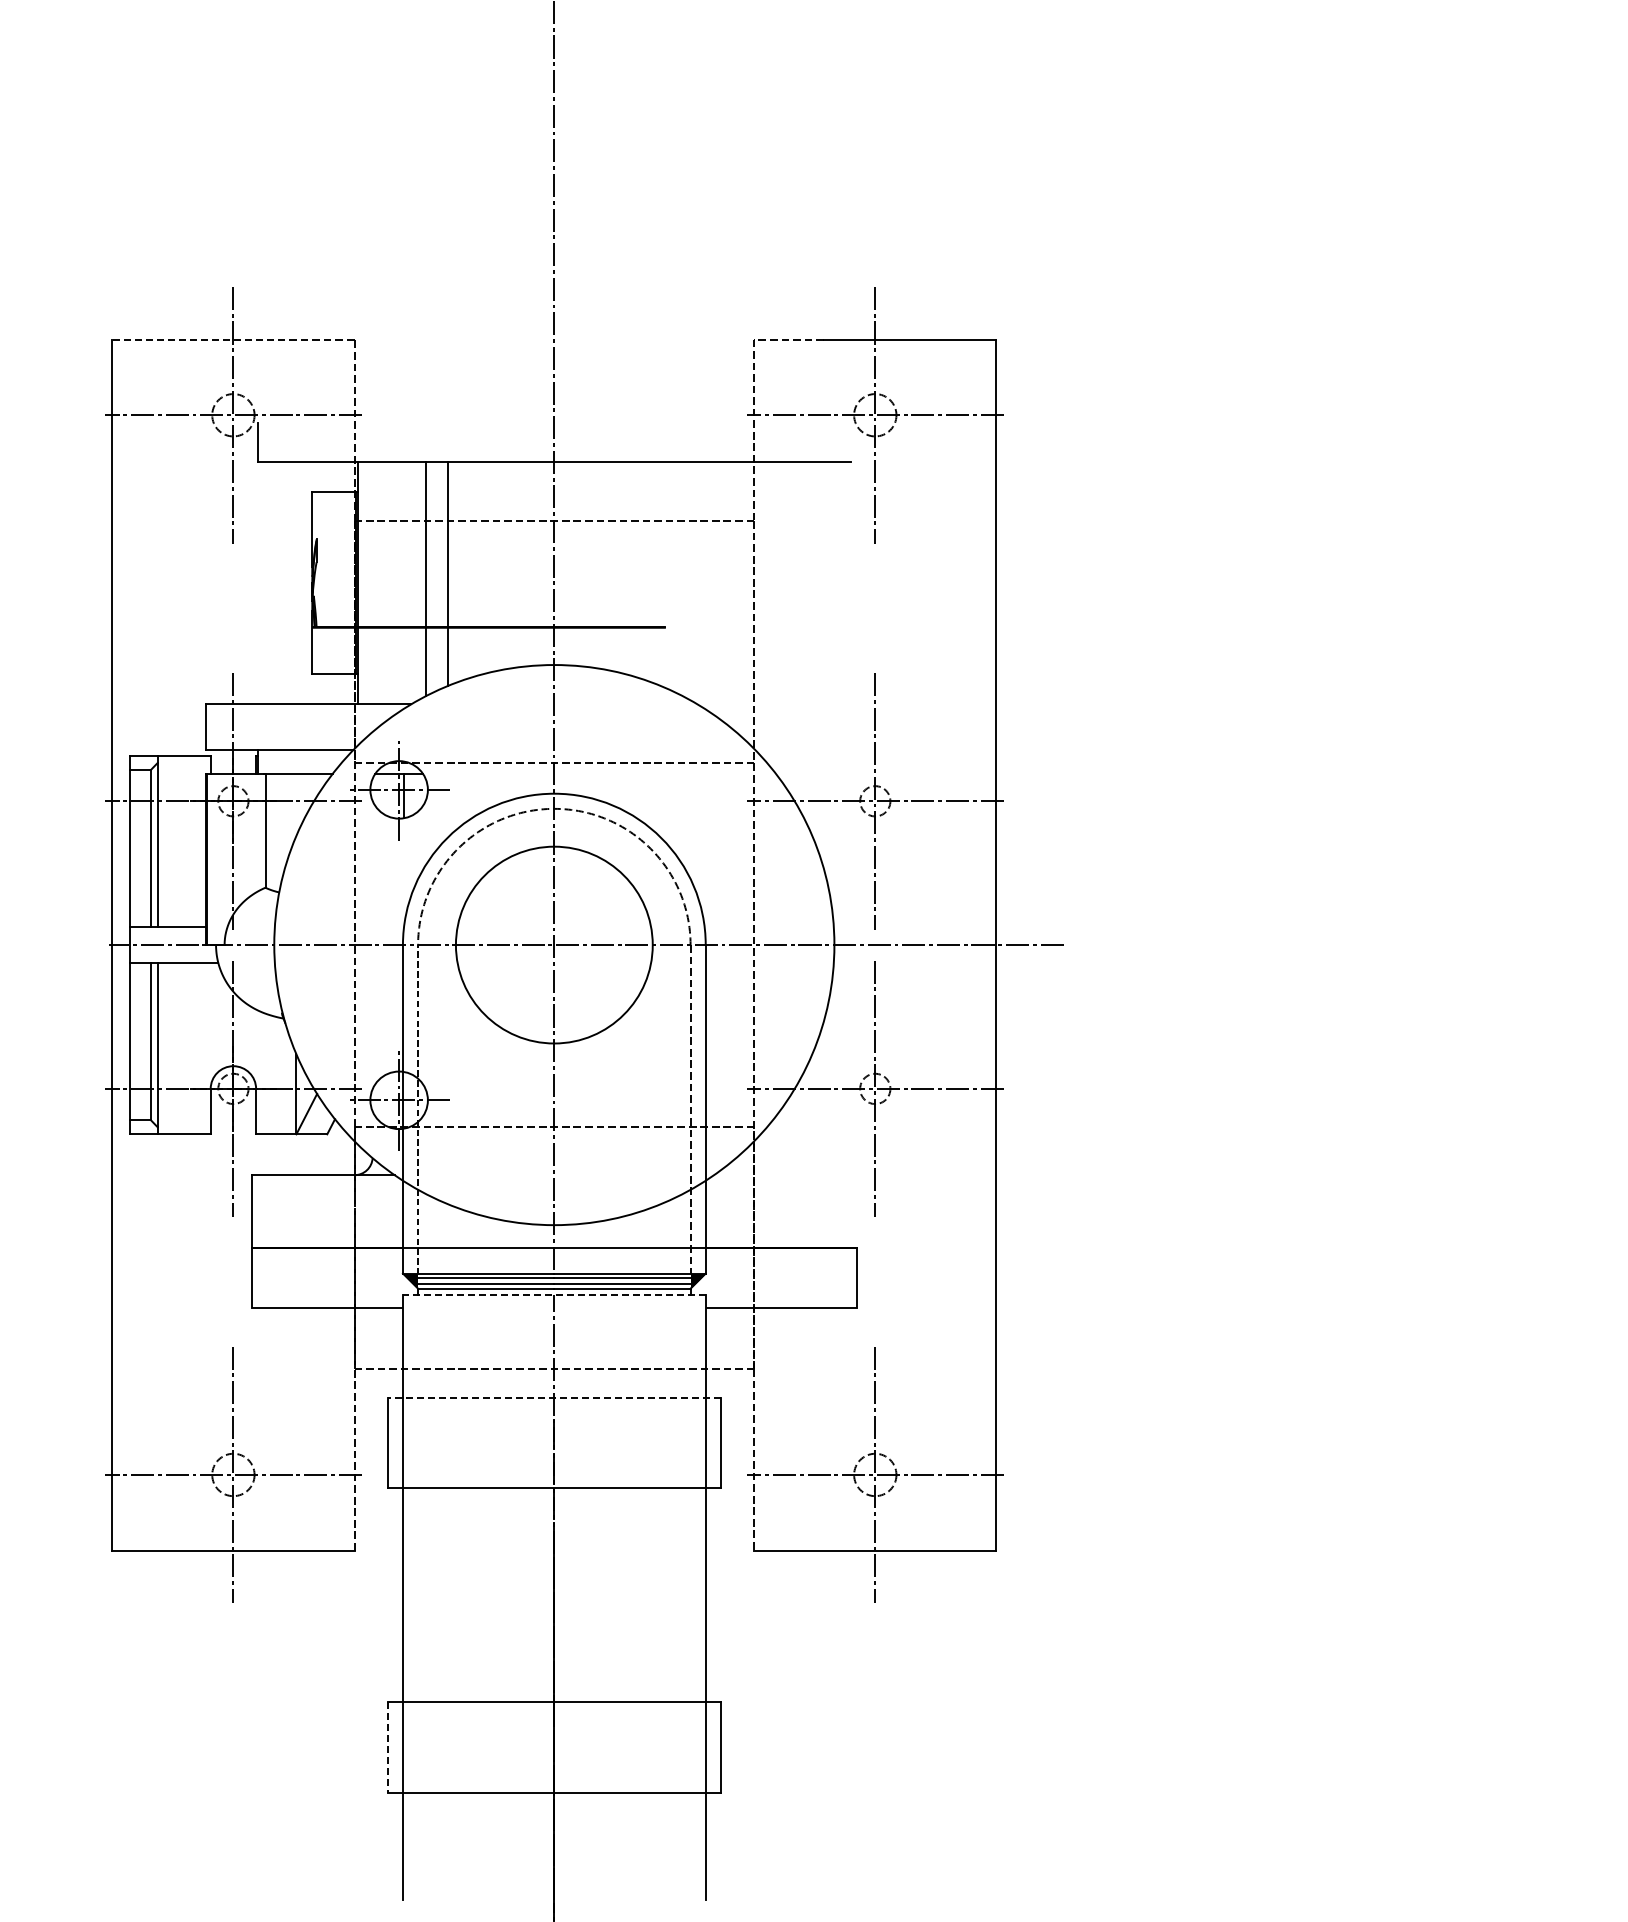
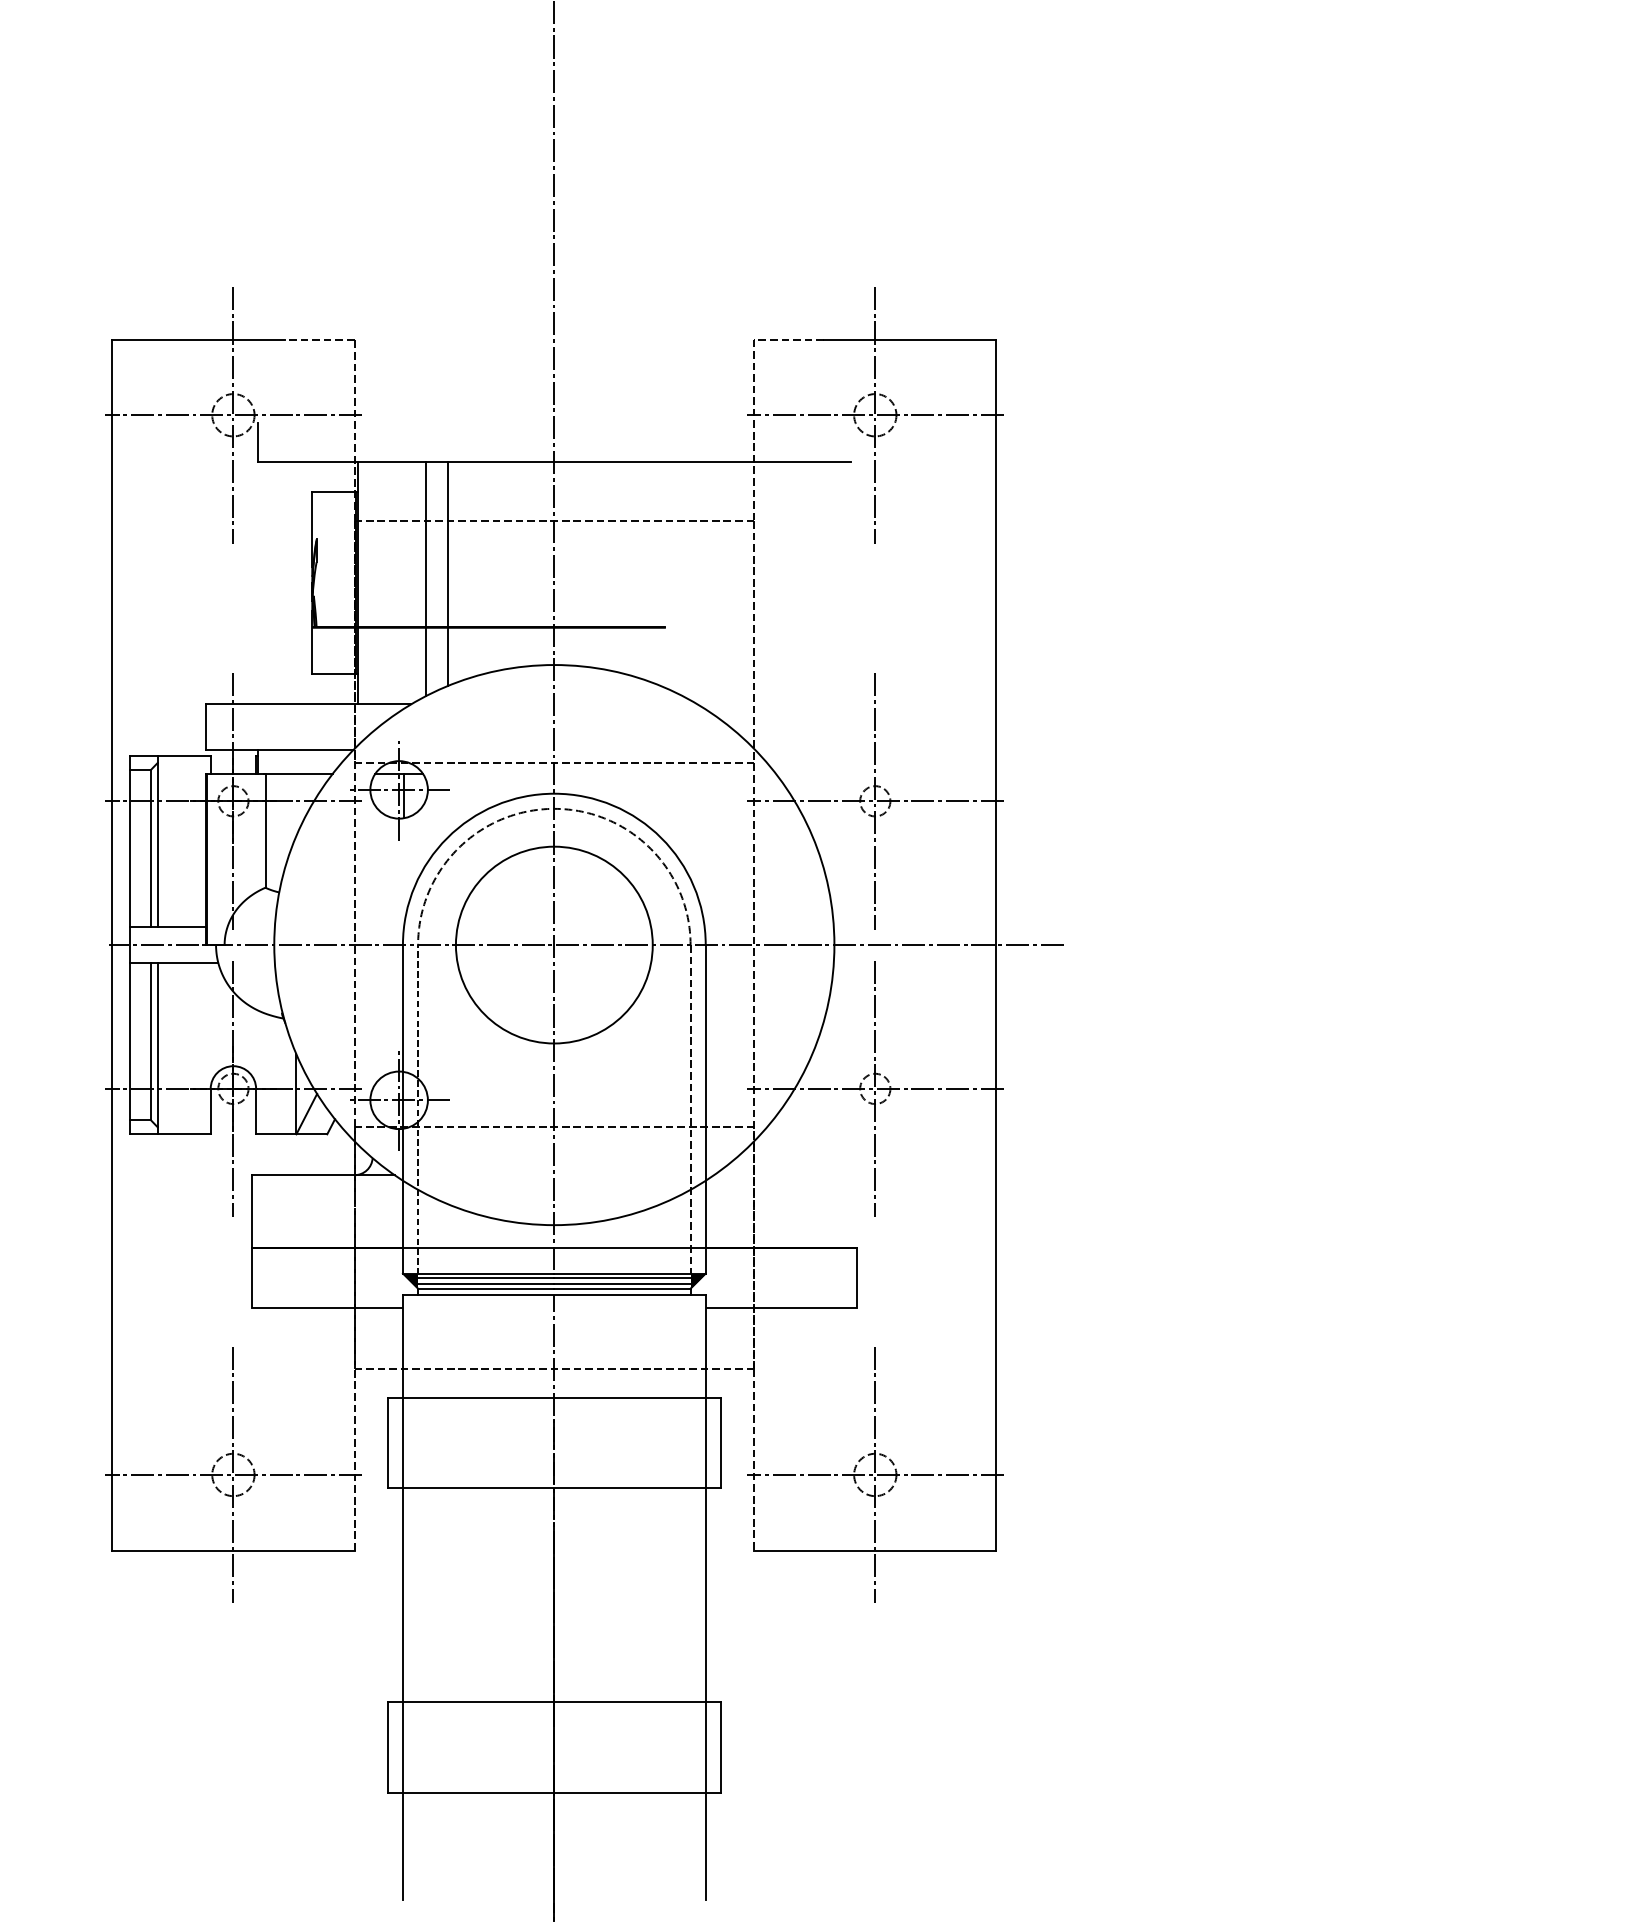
line at (198, 339): dashed -> solid
line at (553, 1294): dashed -> solid
line at (554, 1397): dashed -> solid
line at (387, 1748): dashed -> solid
